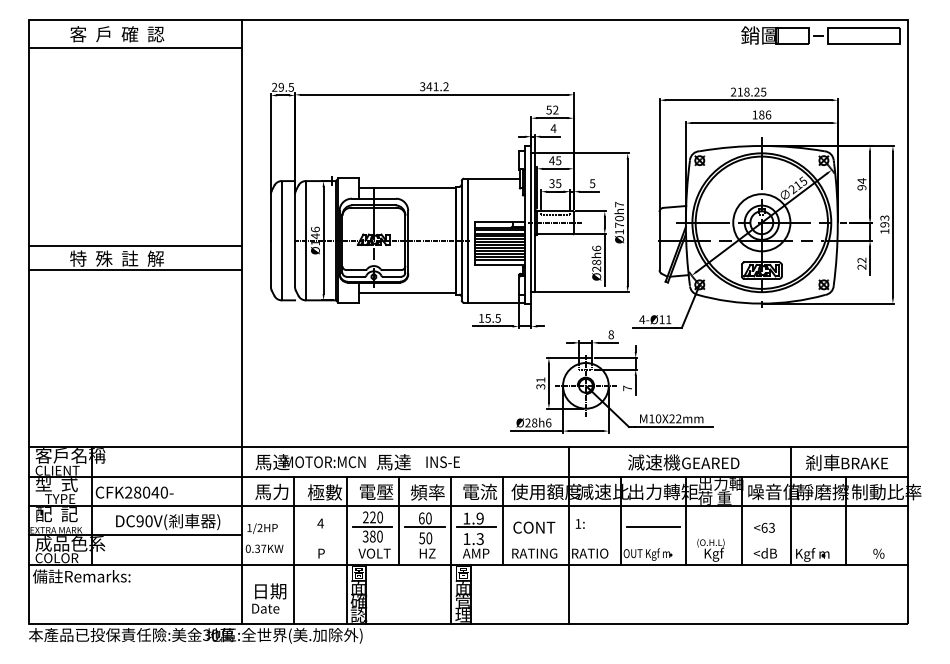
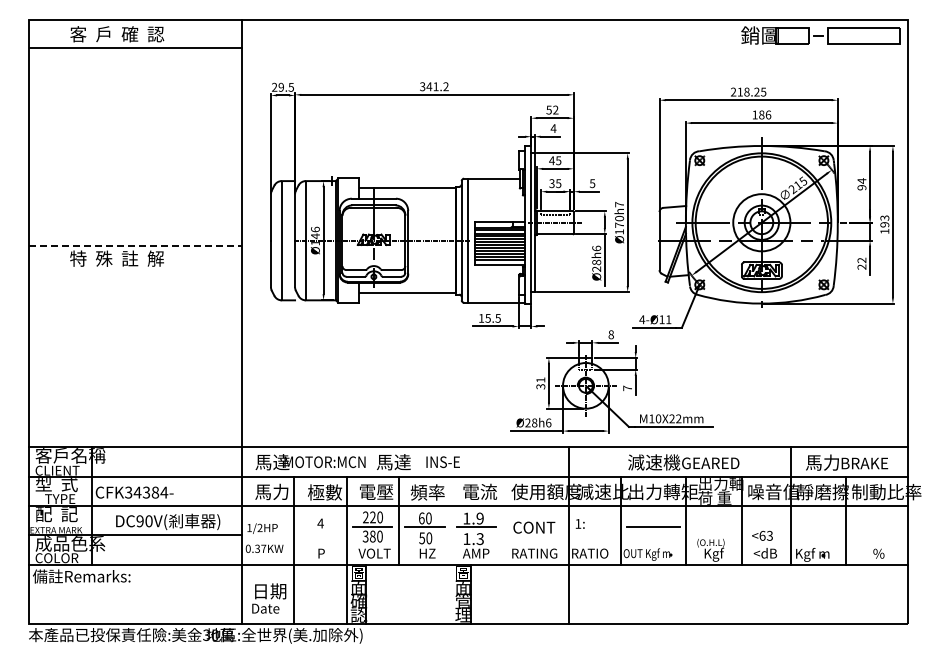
line at (135, 245): solid -> dashed
line at (134, 270): present -> none
text at (822, 462): 剎車 -> 馬力
text at (146, 492): CFK28040- -> CFK34384-
line at (503, 520): present -> none
text at (764, 527) position: (764, 527) -> (762, 535)
line at (451, 549): present -> none
